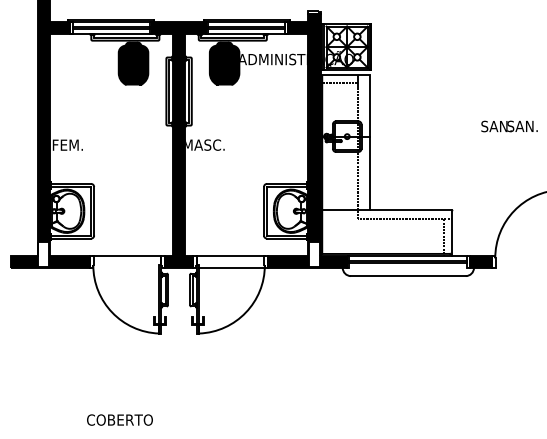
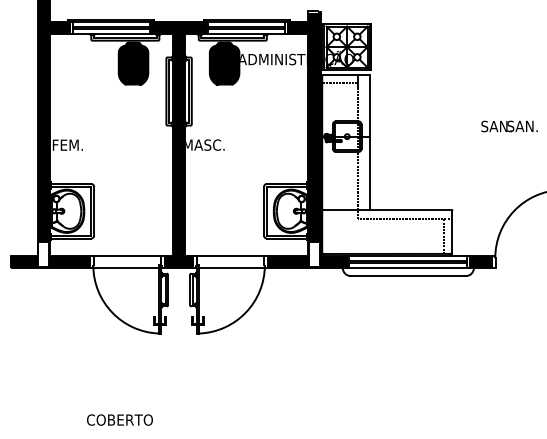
line at (125, 267): none -> present
line at (408, 267): none -> present
